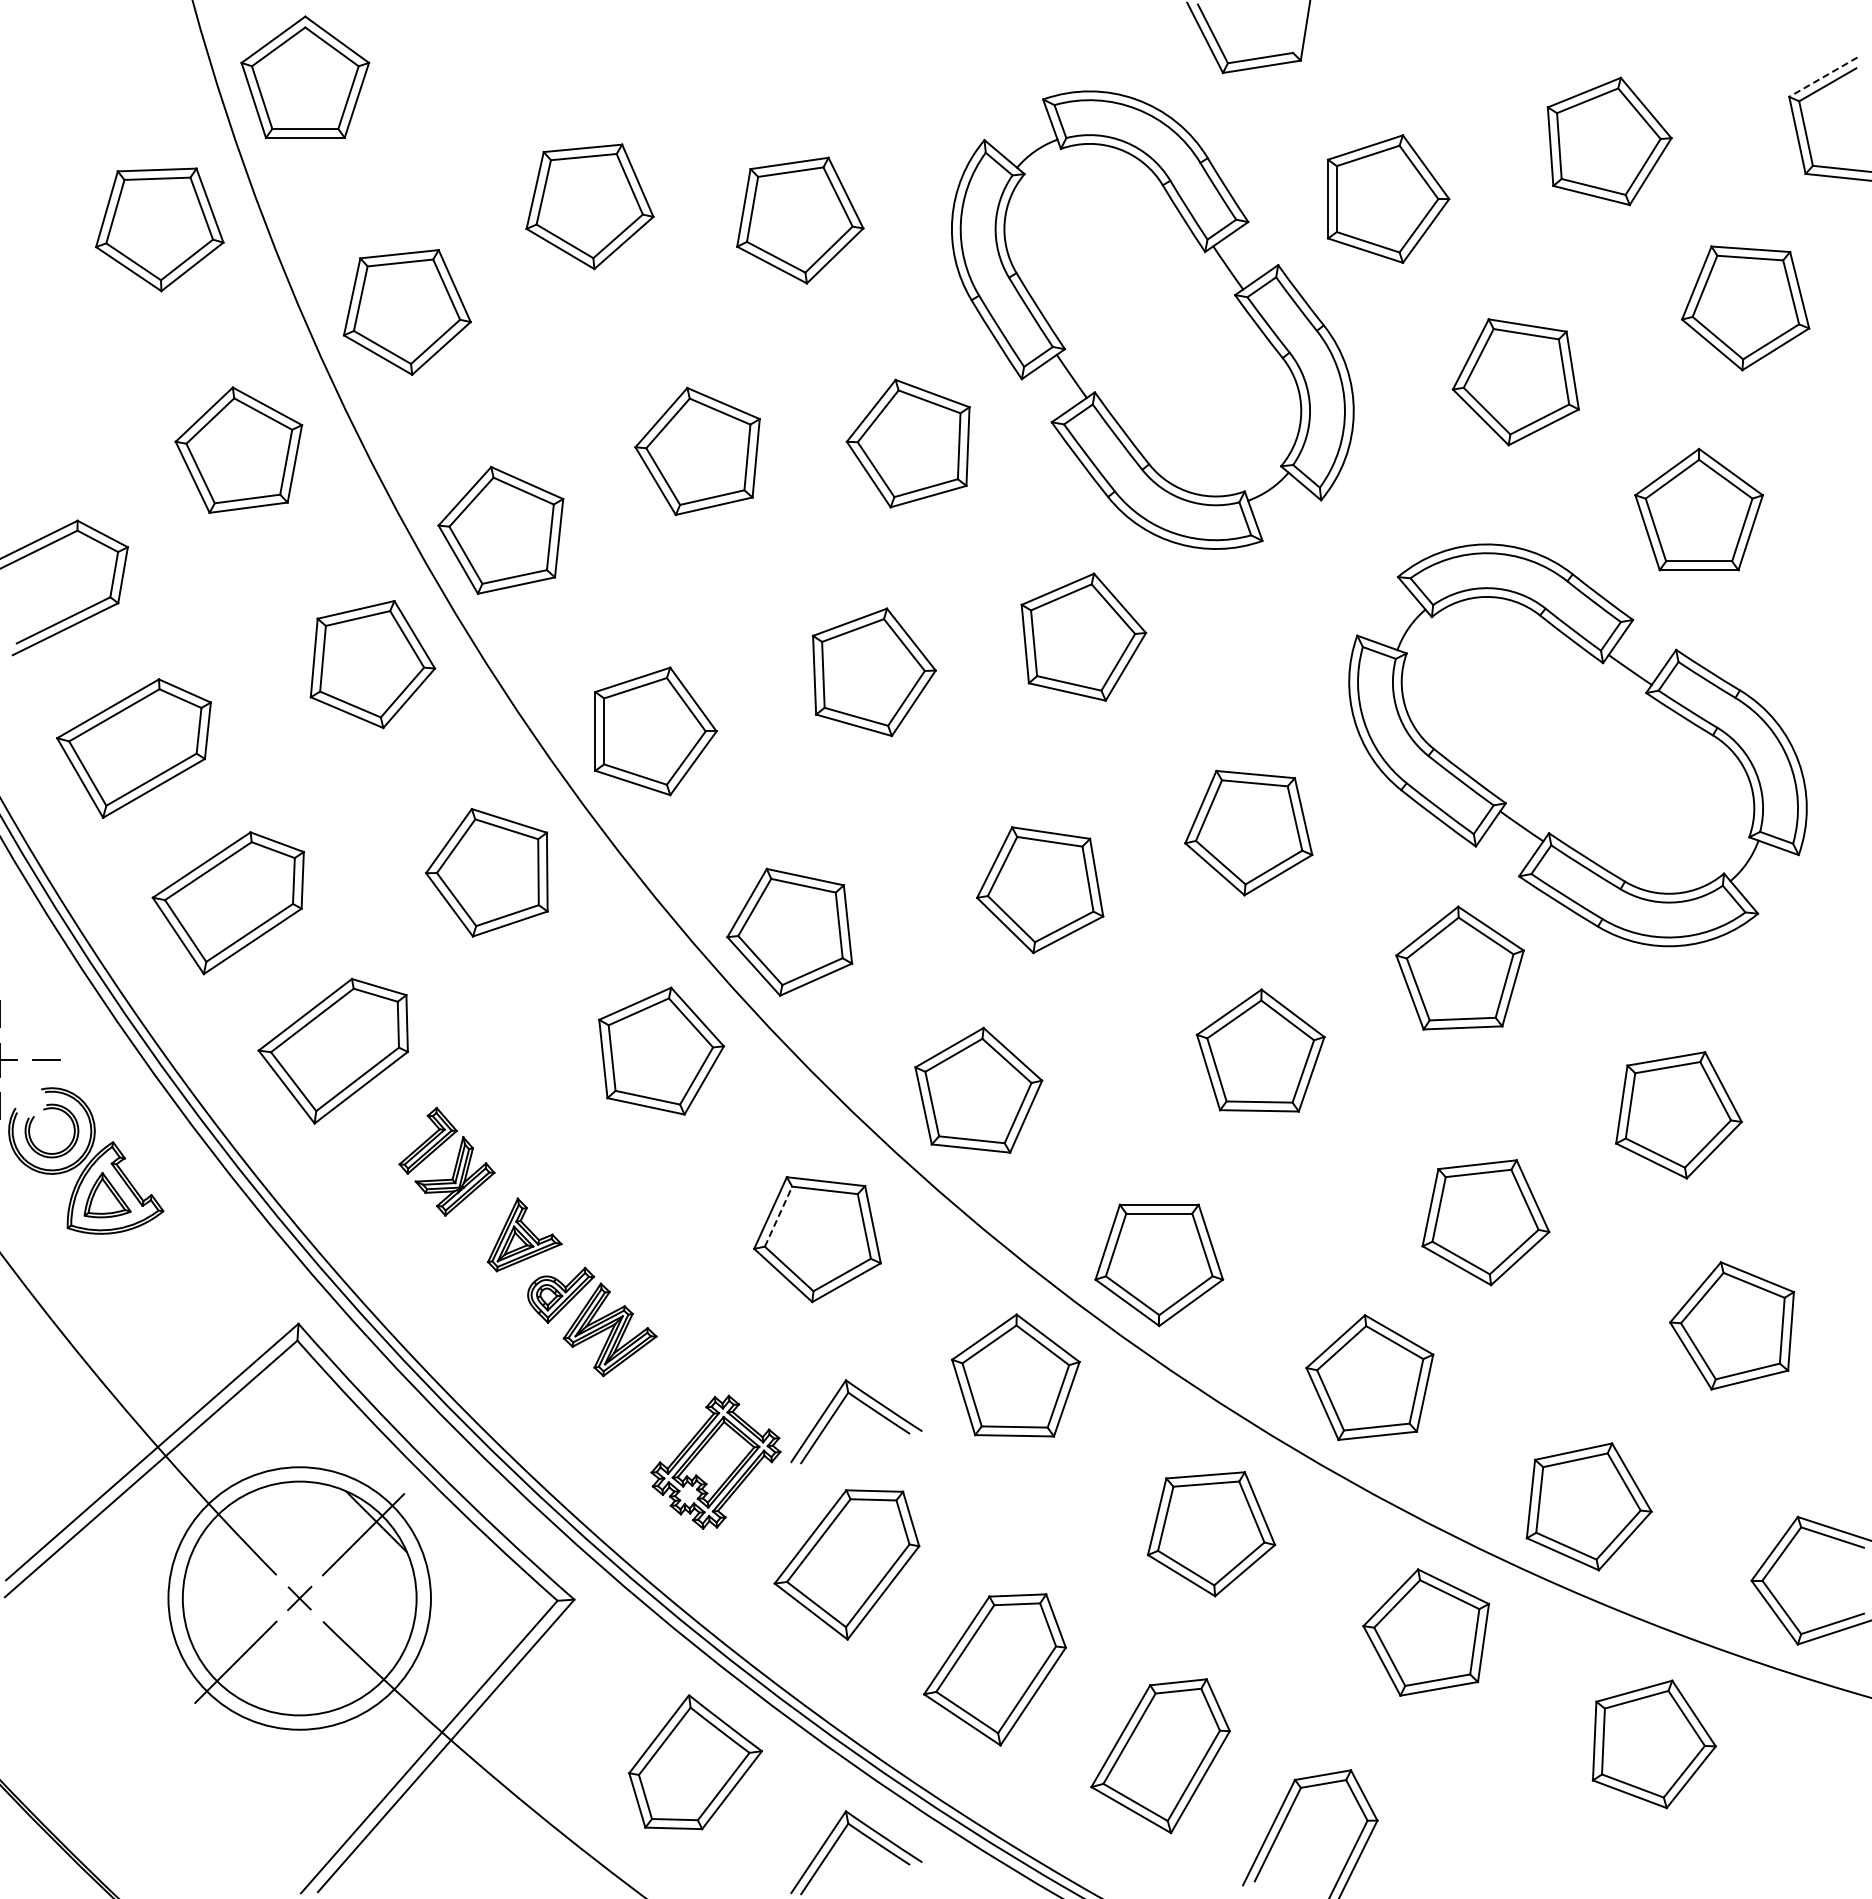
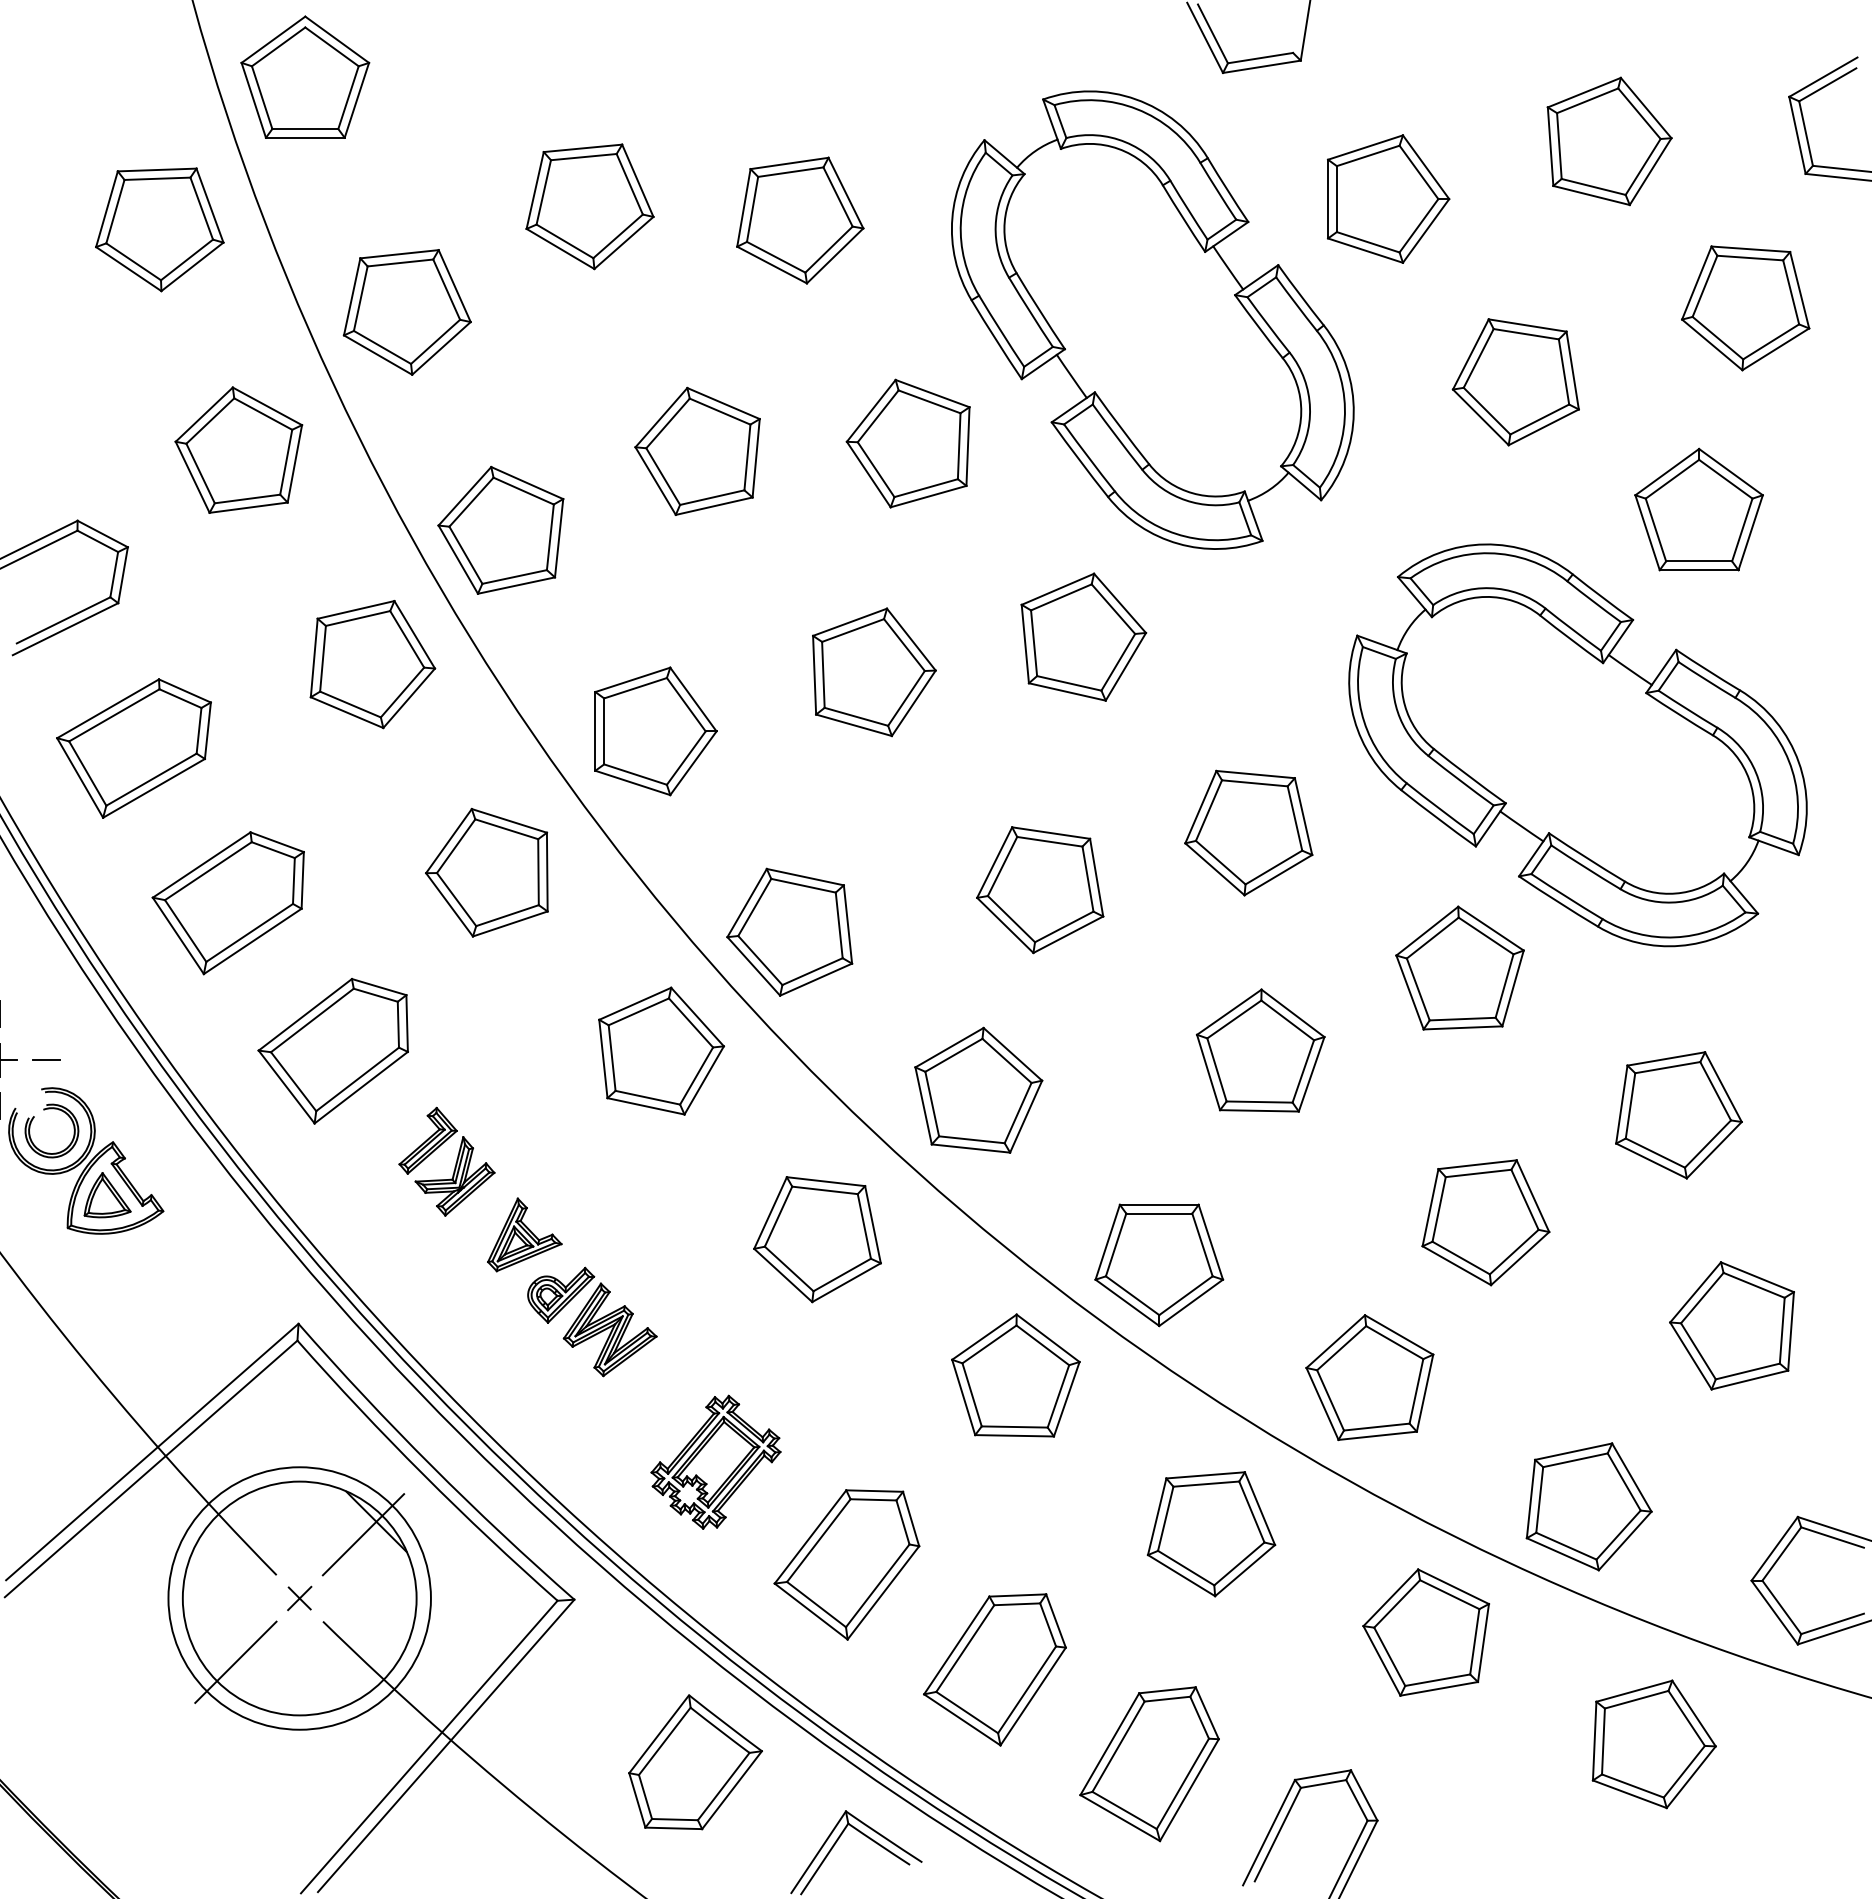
line at (1822, 77): dashed -> solid
line at (778, 1216): dashed -> solid
part at (866, 1406): present -> none
part at (1160, 1756) position: (1160, 1756) -> (1149, 1764)
